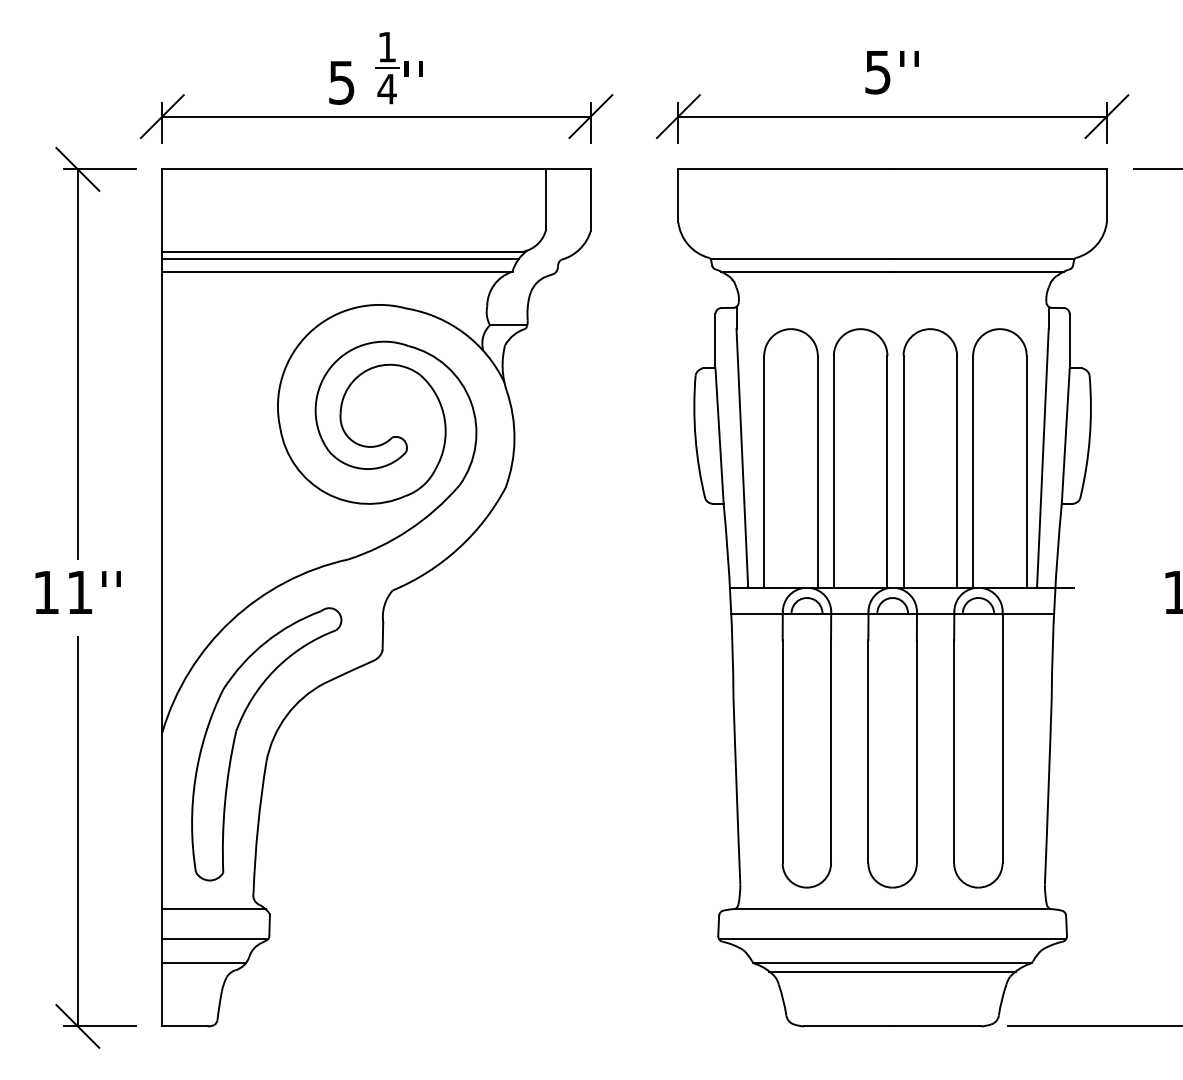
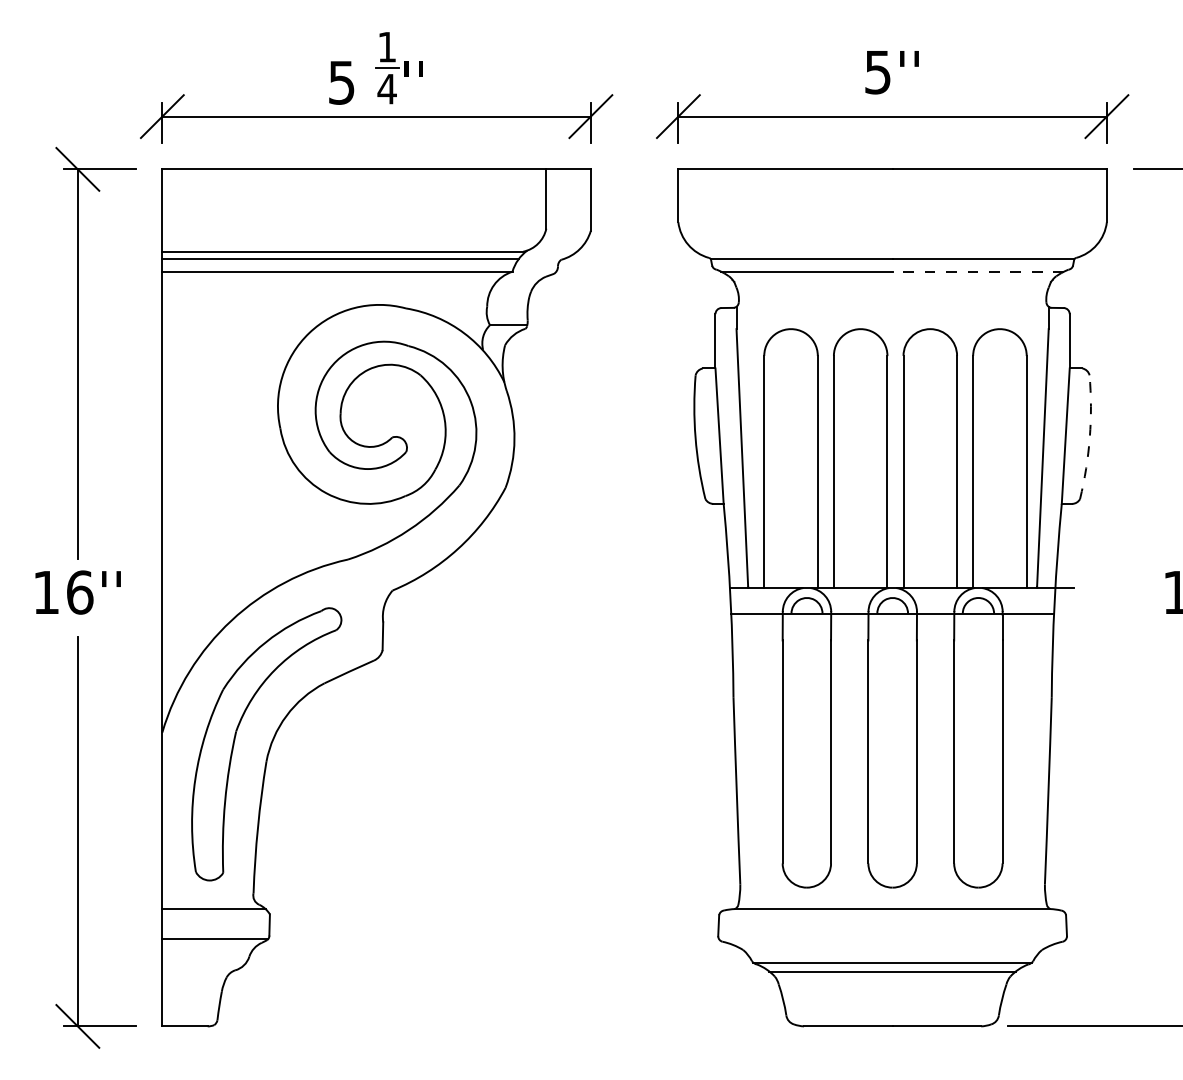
line at (978, 271): solid -> dashed
arc at (1089, 437): solid -> dashed
text at (80, 592): 11'' -> 16''
line at (892, 938): present -> none
line at (204, 962): present -> none
